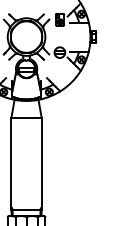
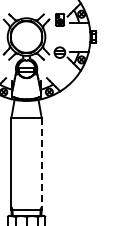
line at (41, 162): solid -> dashed
